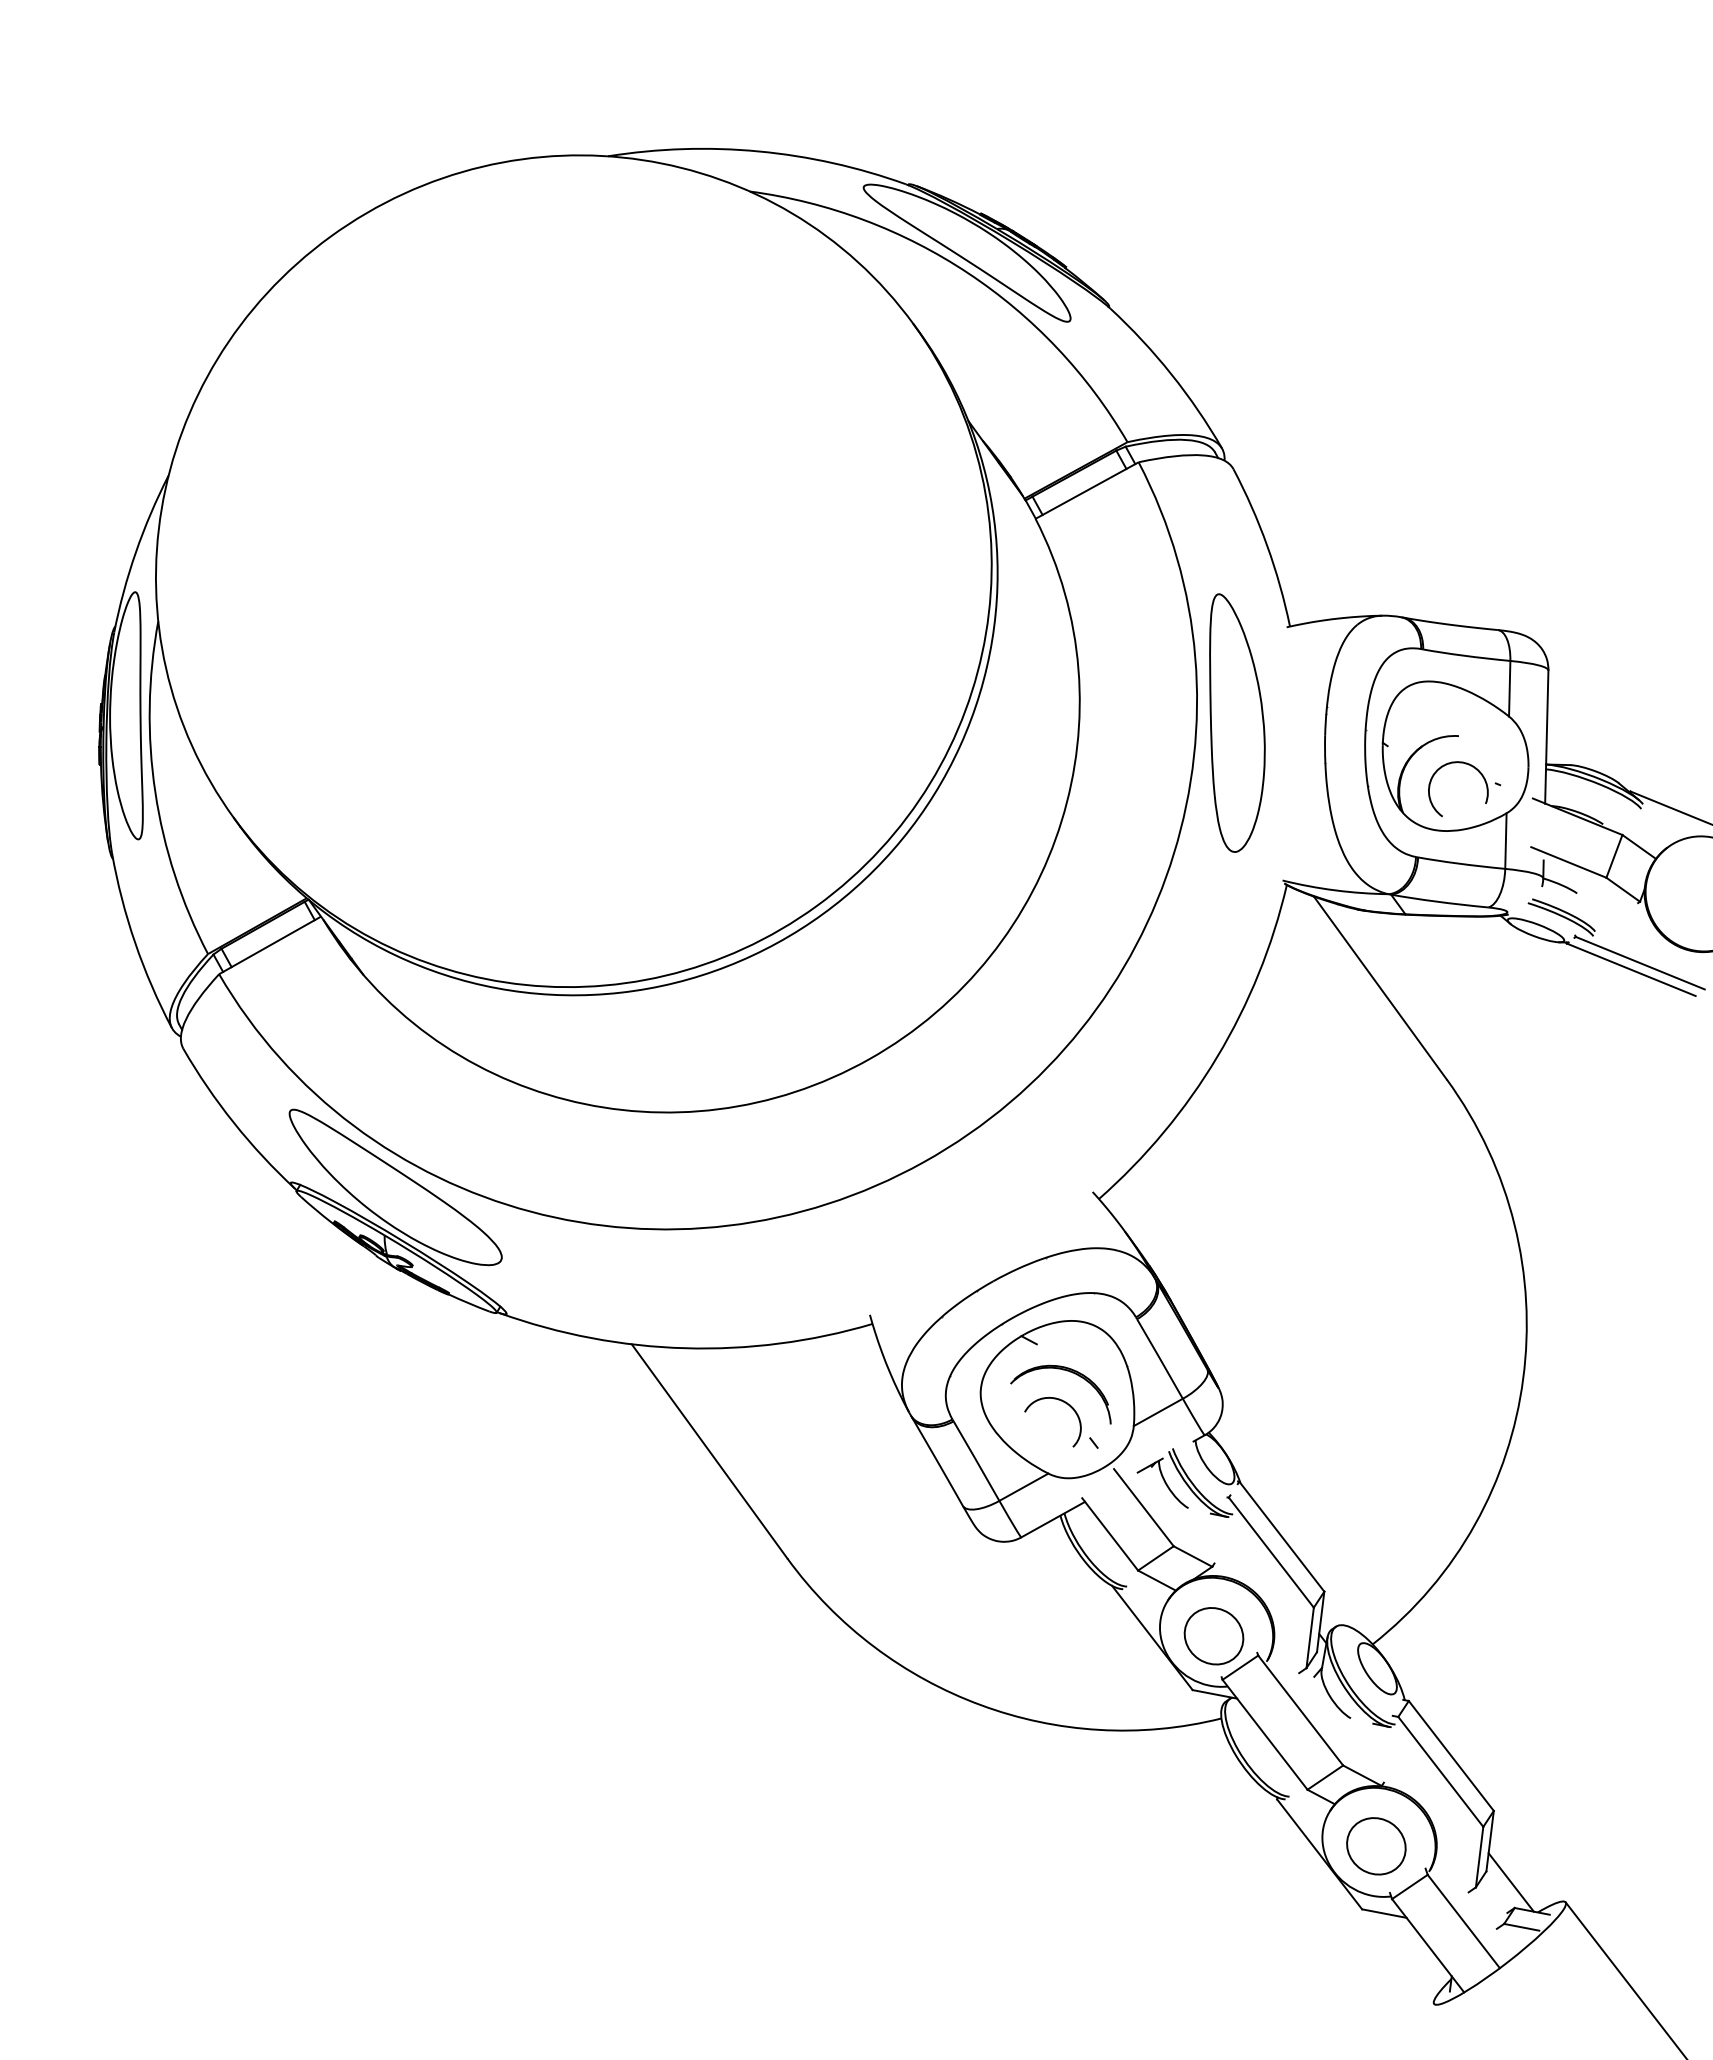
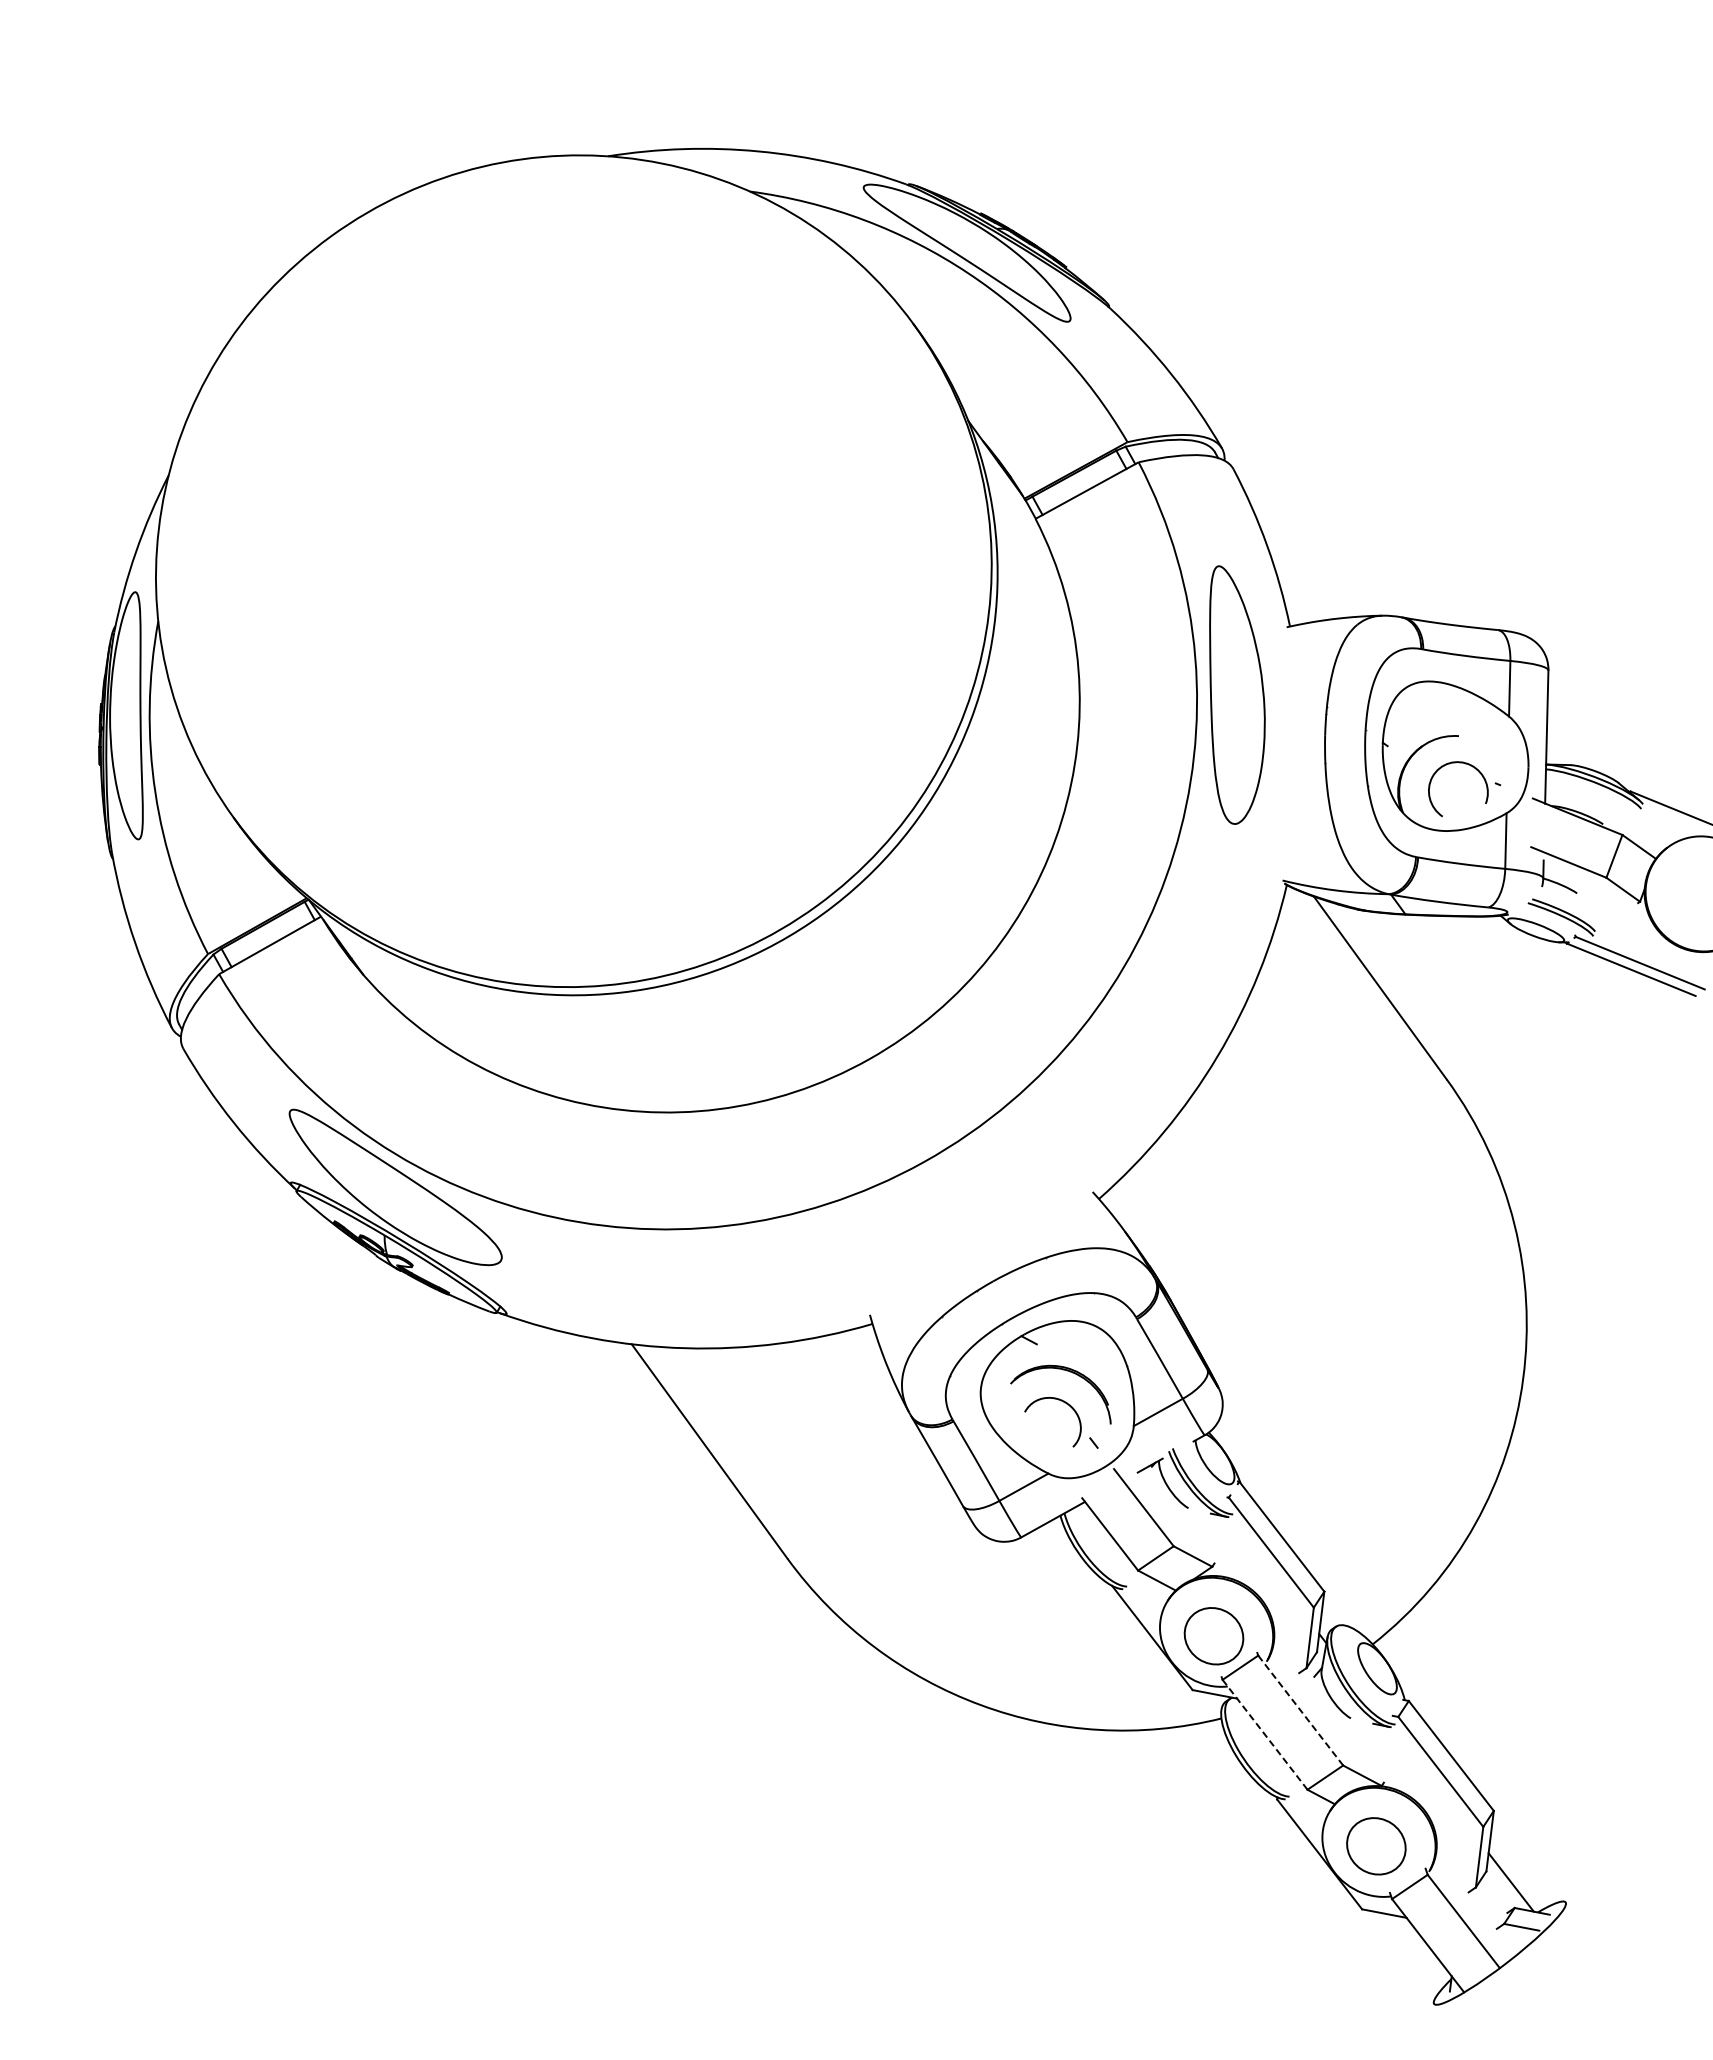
part at (1237, 722) position: (1237, 722) -> (1237, 694)
line at (1301, 1710): solid -> dashed
line at (1264, 1734): solid -> dashed
line at (1624, 1979): present -> none
